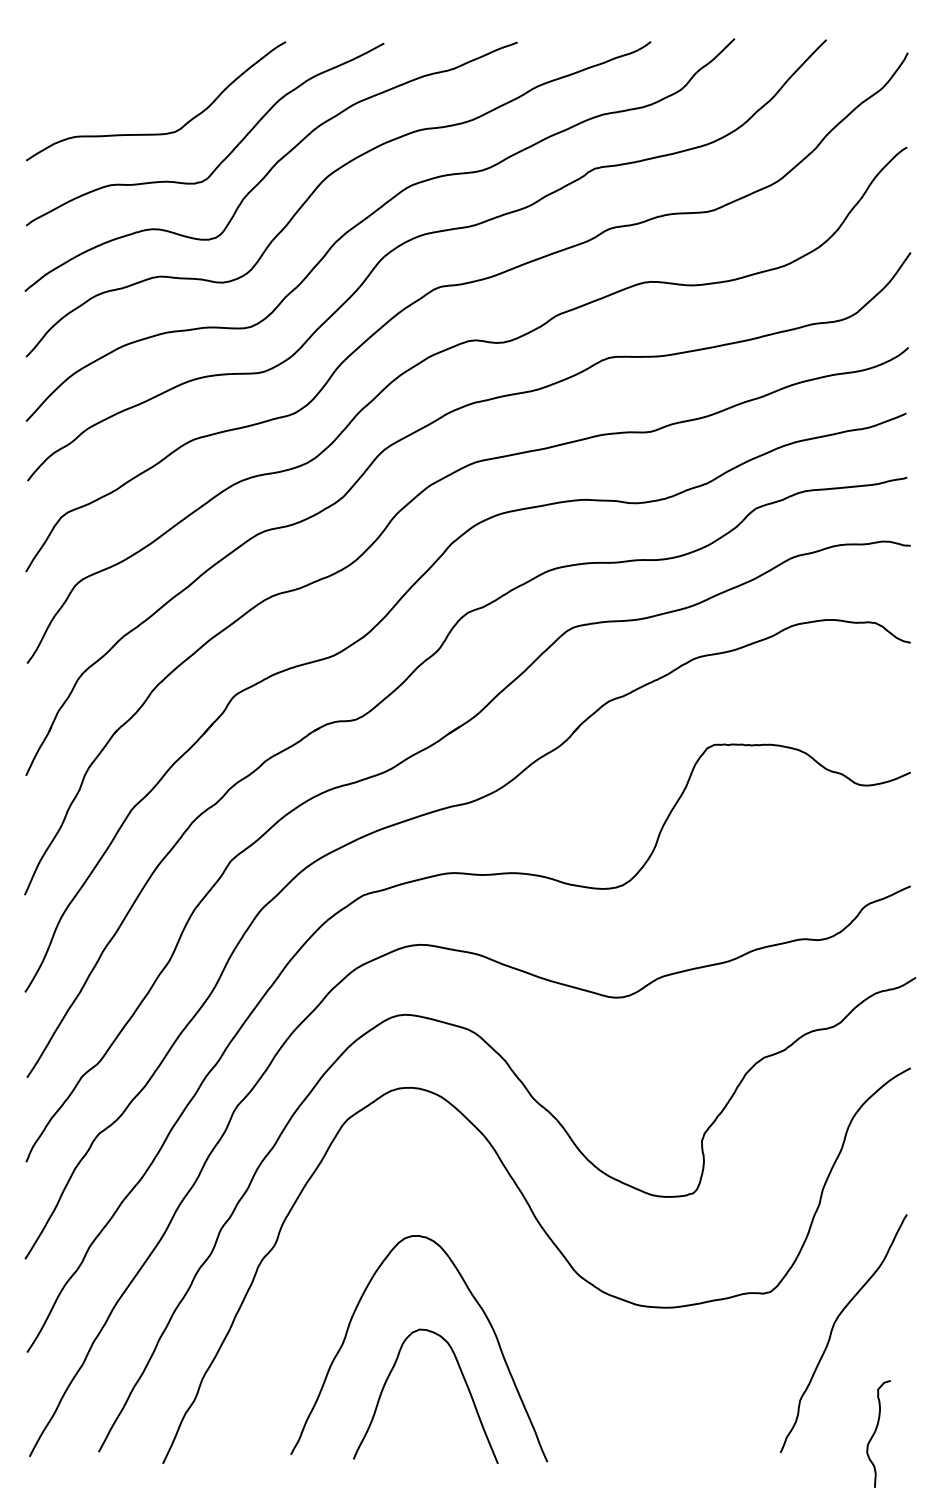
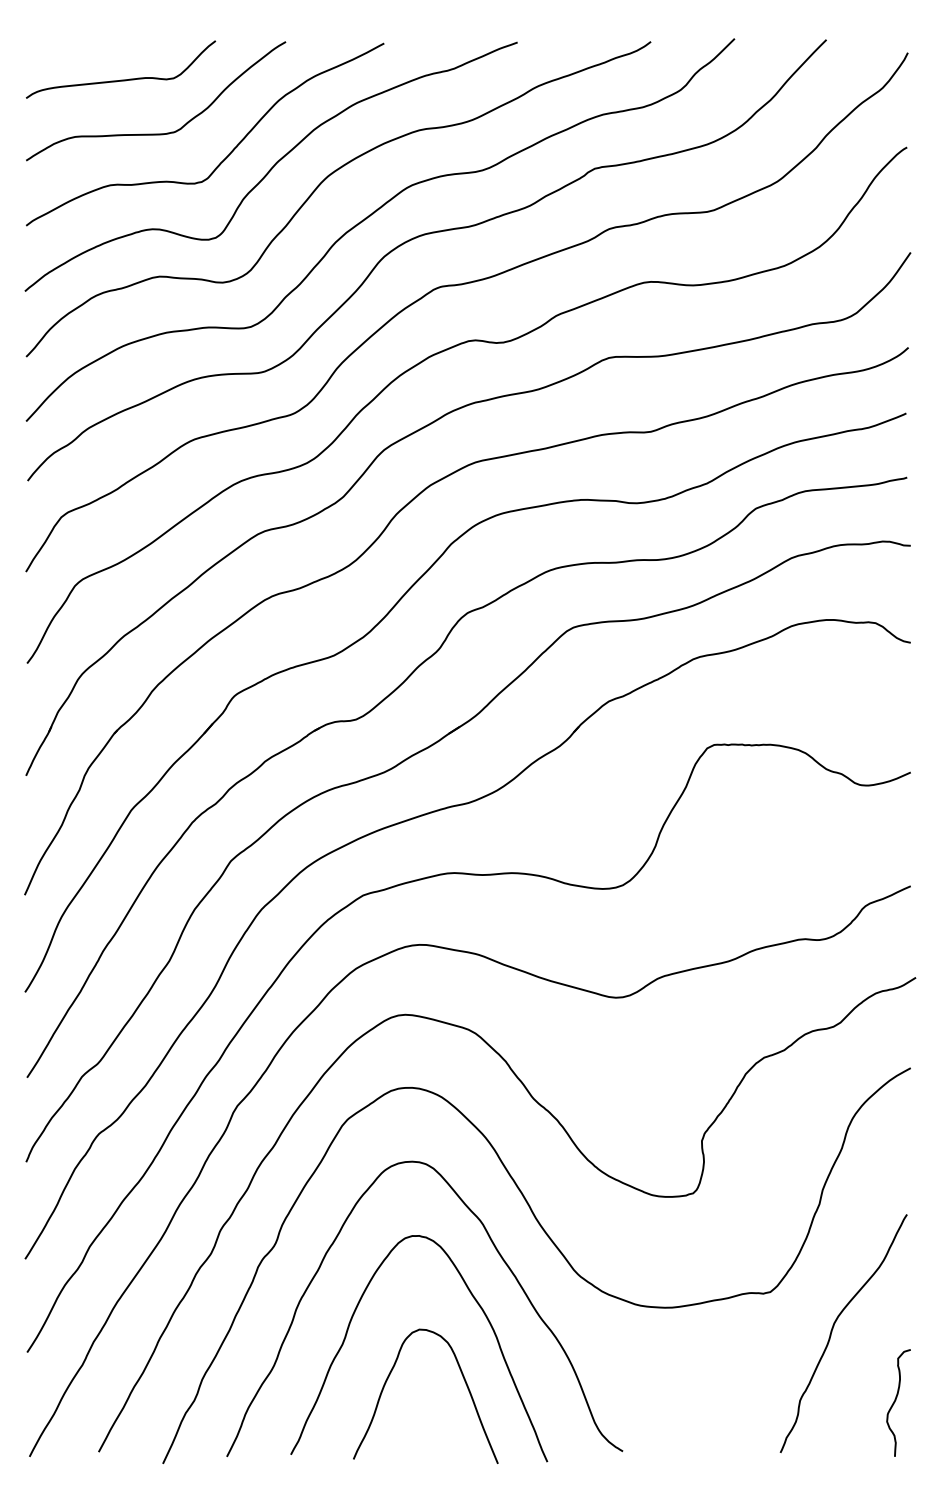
curve at (121, 79): none -> present
curve at (500, 1257): none -> present
curve at (876, 1431) position: (876, 1431) -> (896, 1400)
